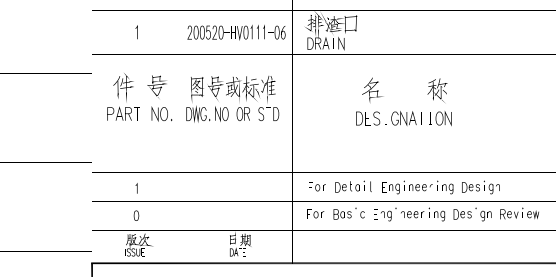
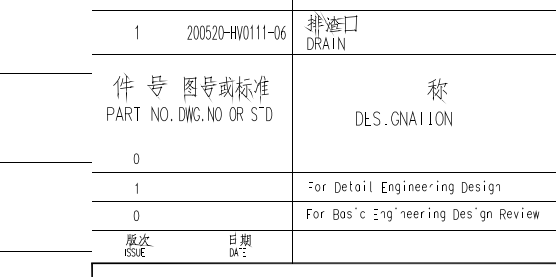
part at (372, 90): present -> none
part at (232, 99) position: (232, 99) -> (225, 99)
part at (136, 158): none -> present
